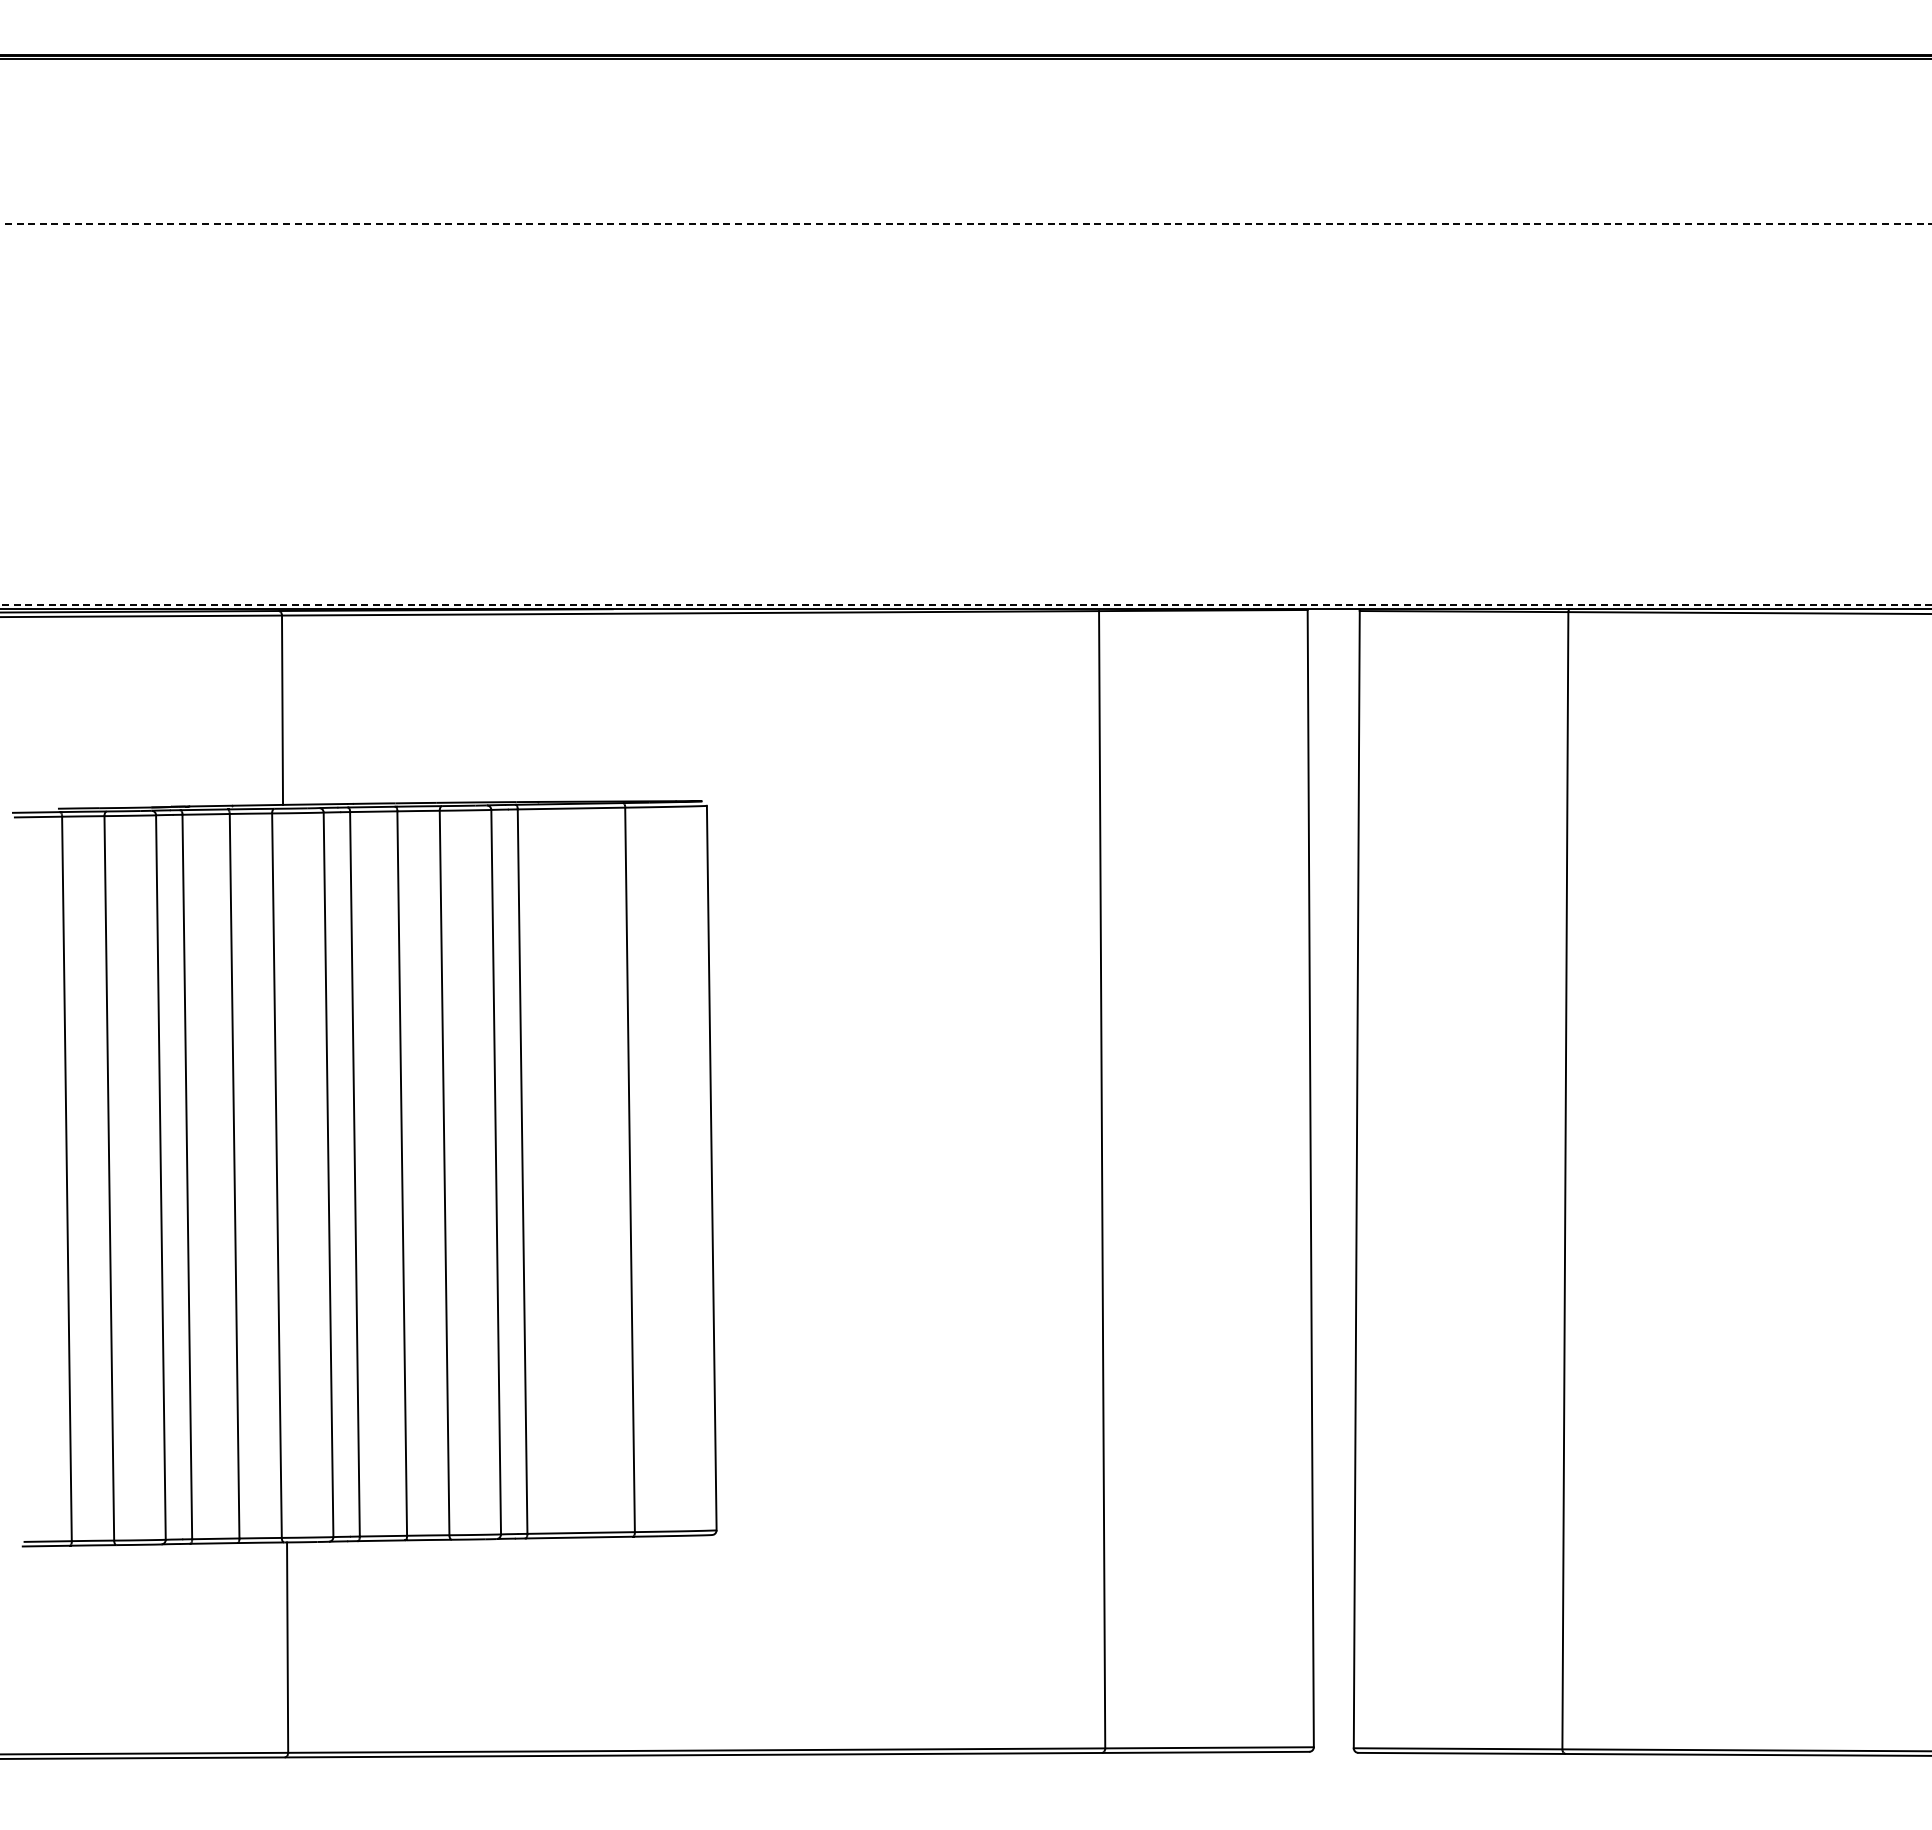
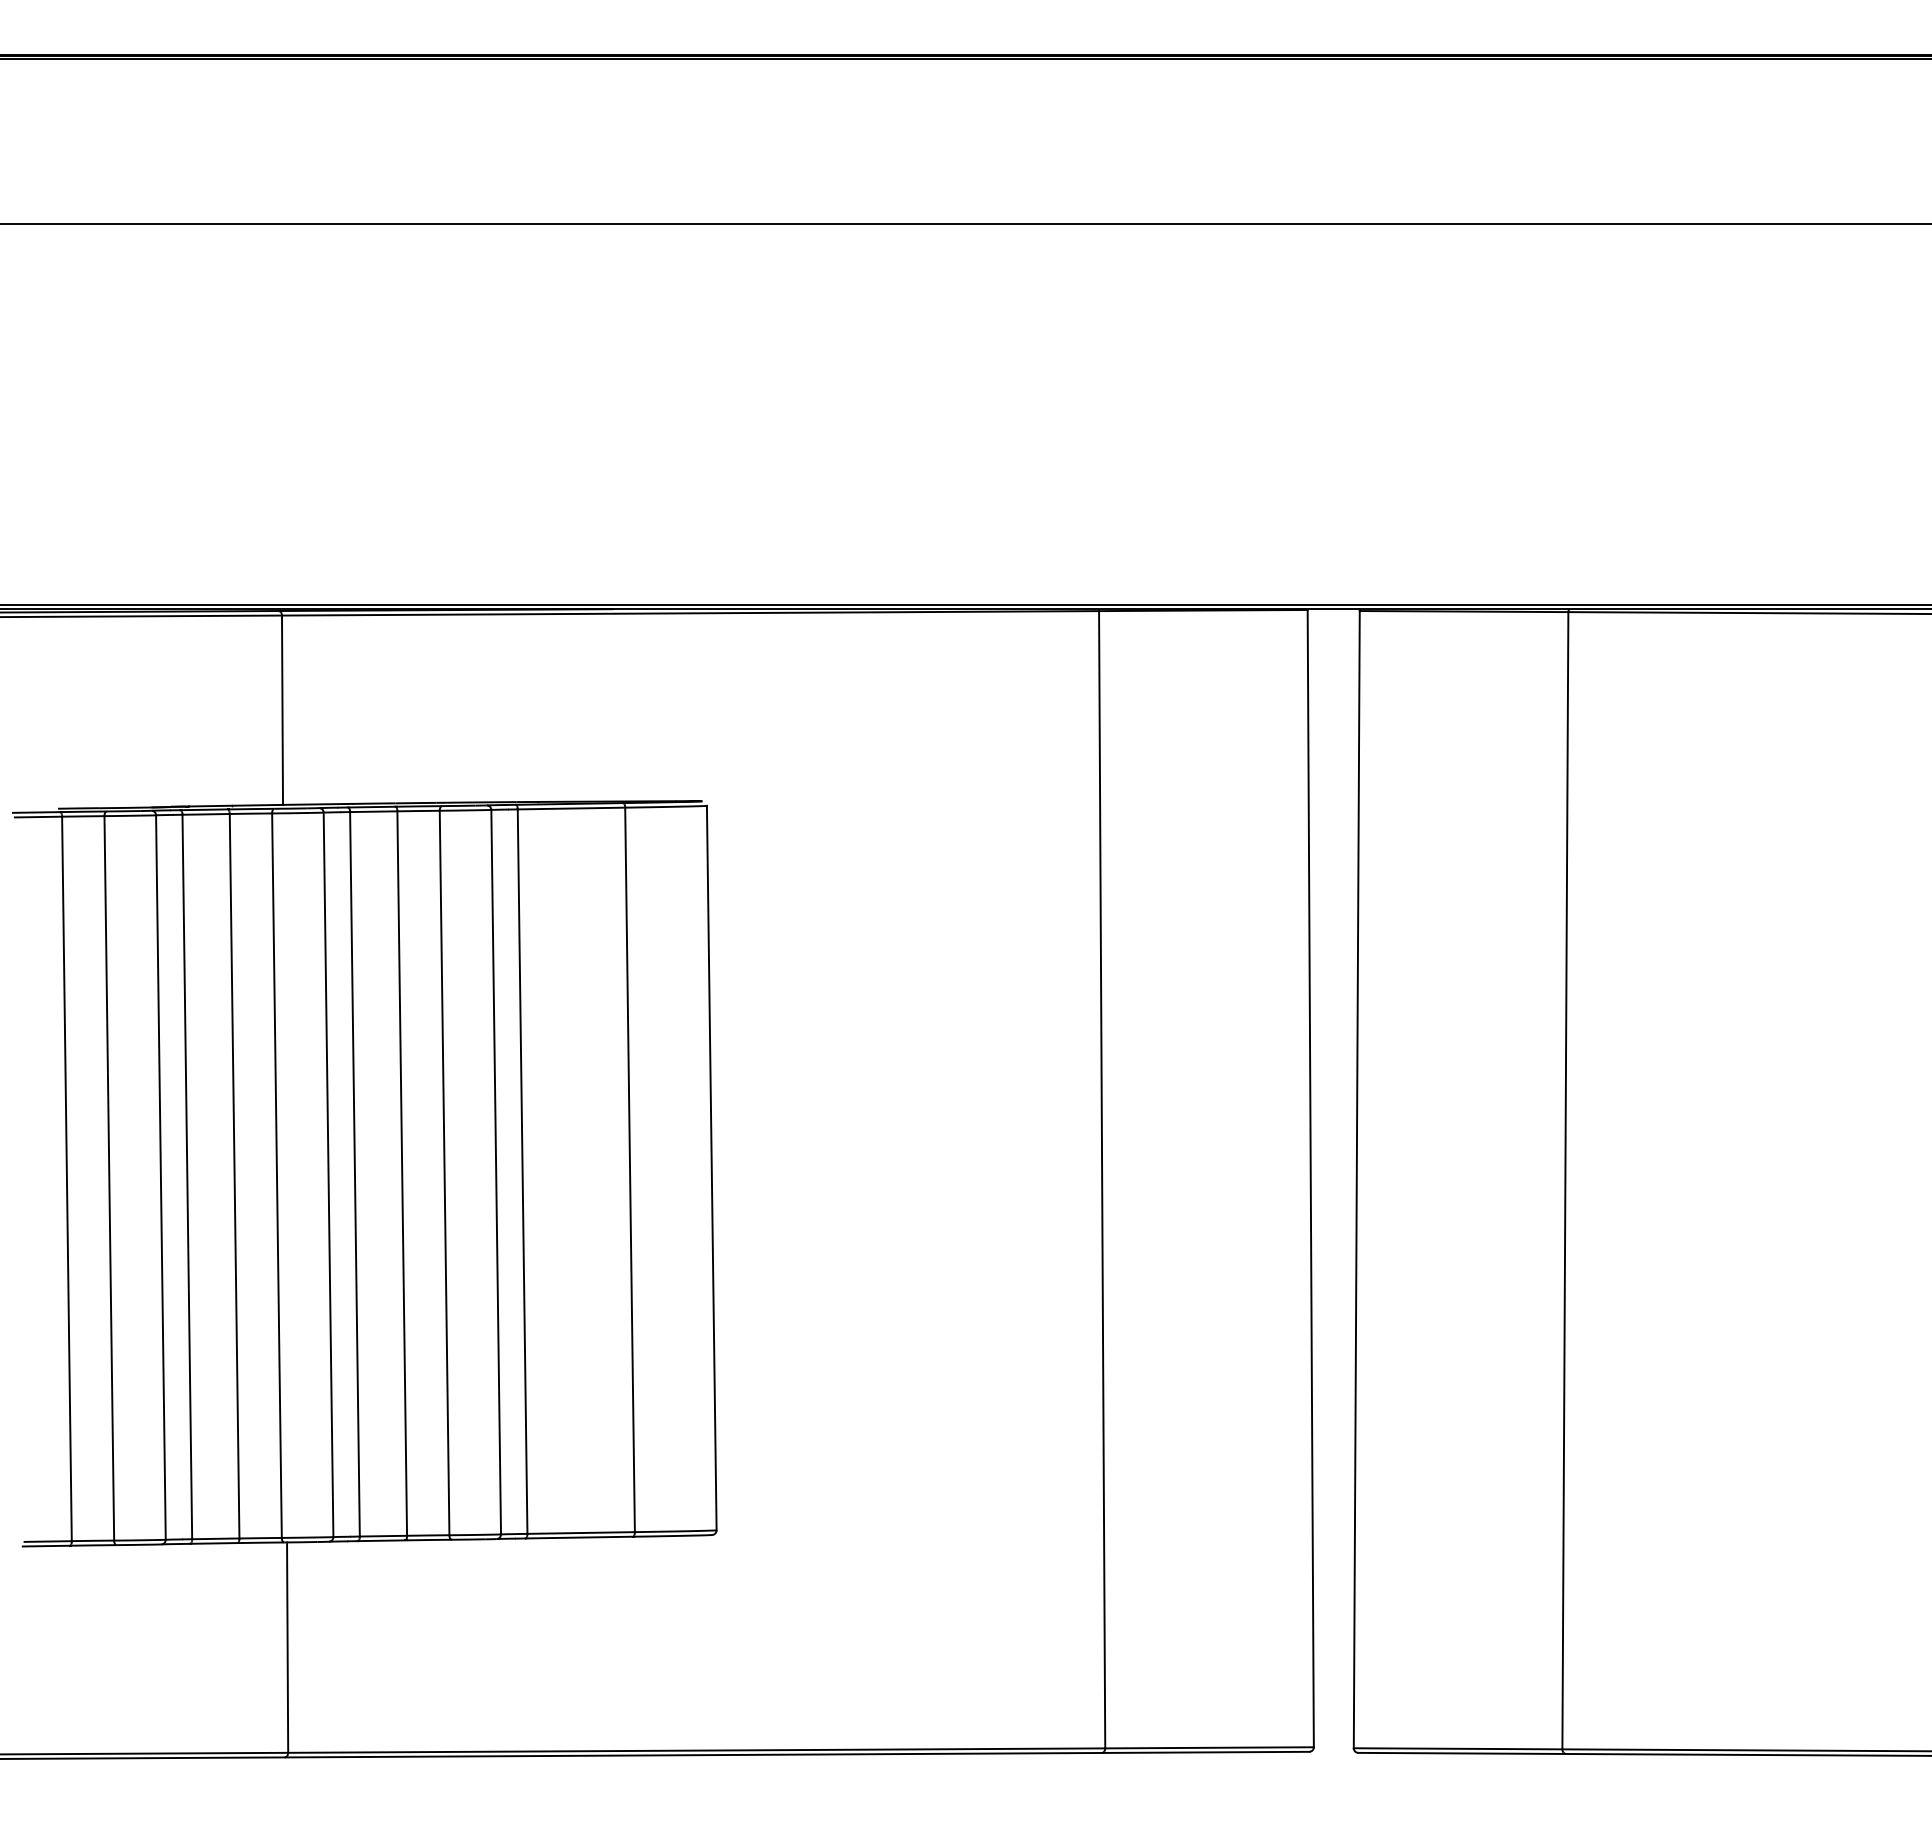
line at (966, 223): dashed -> solid
line at (966, 604): dashed -> solid
